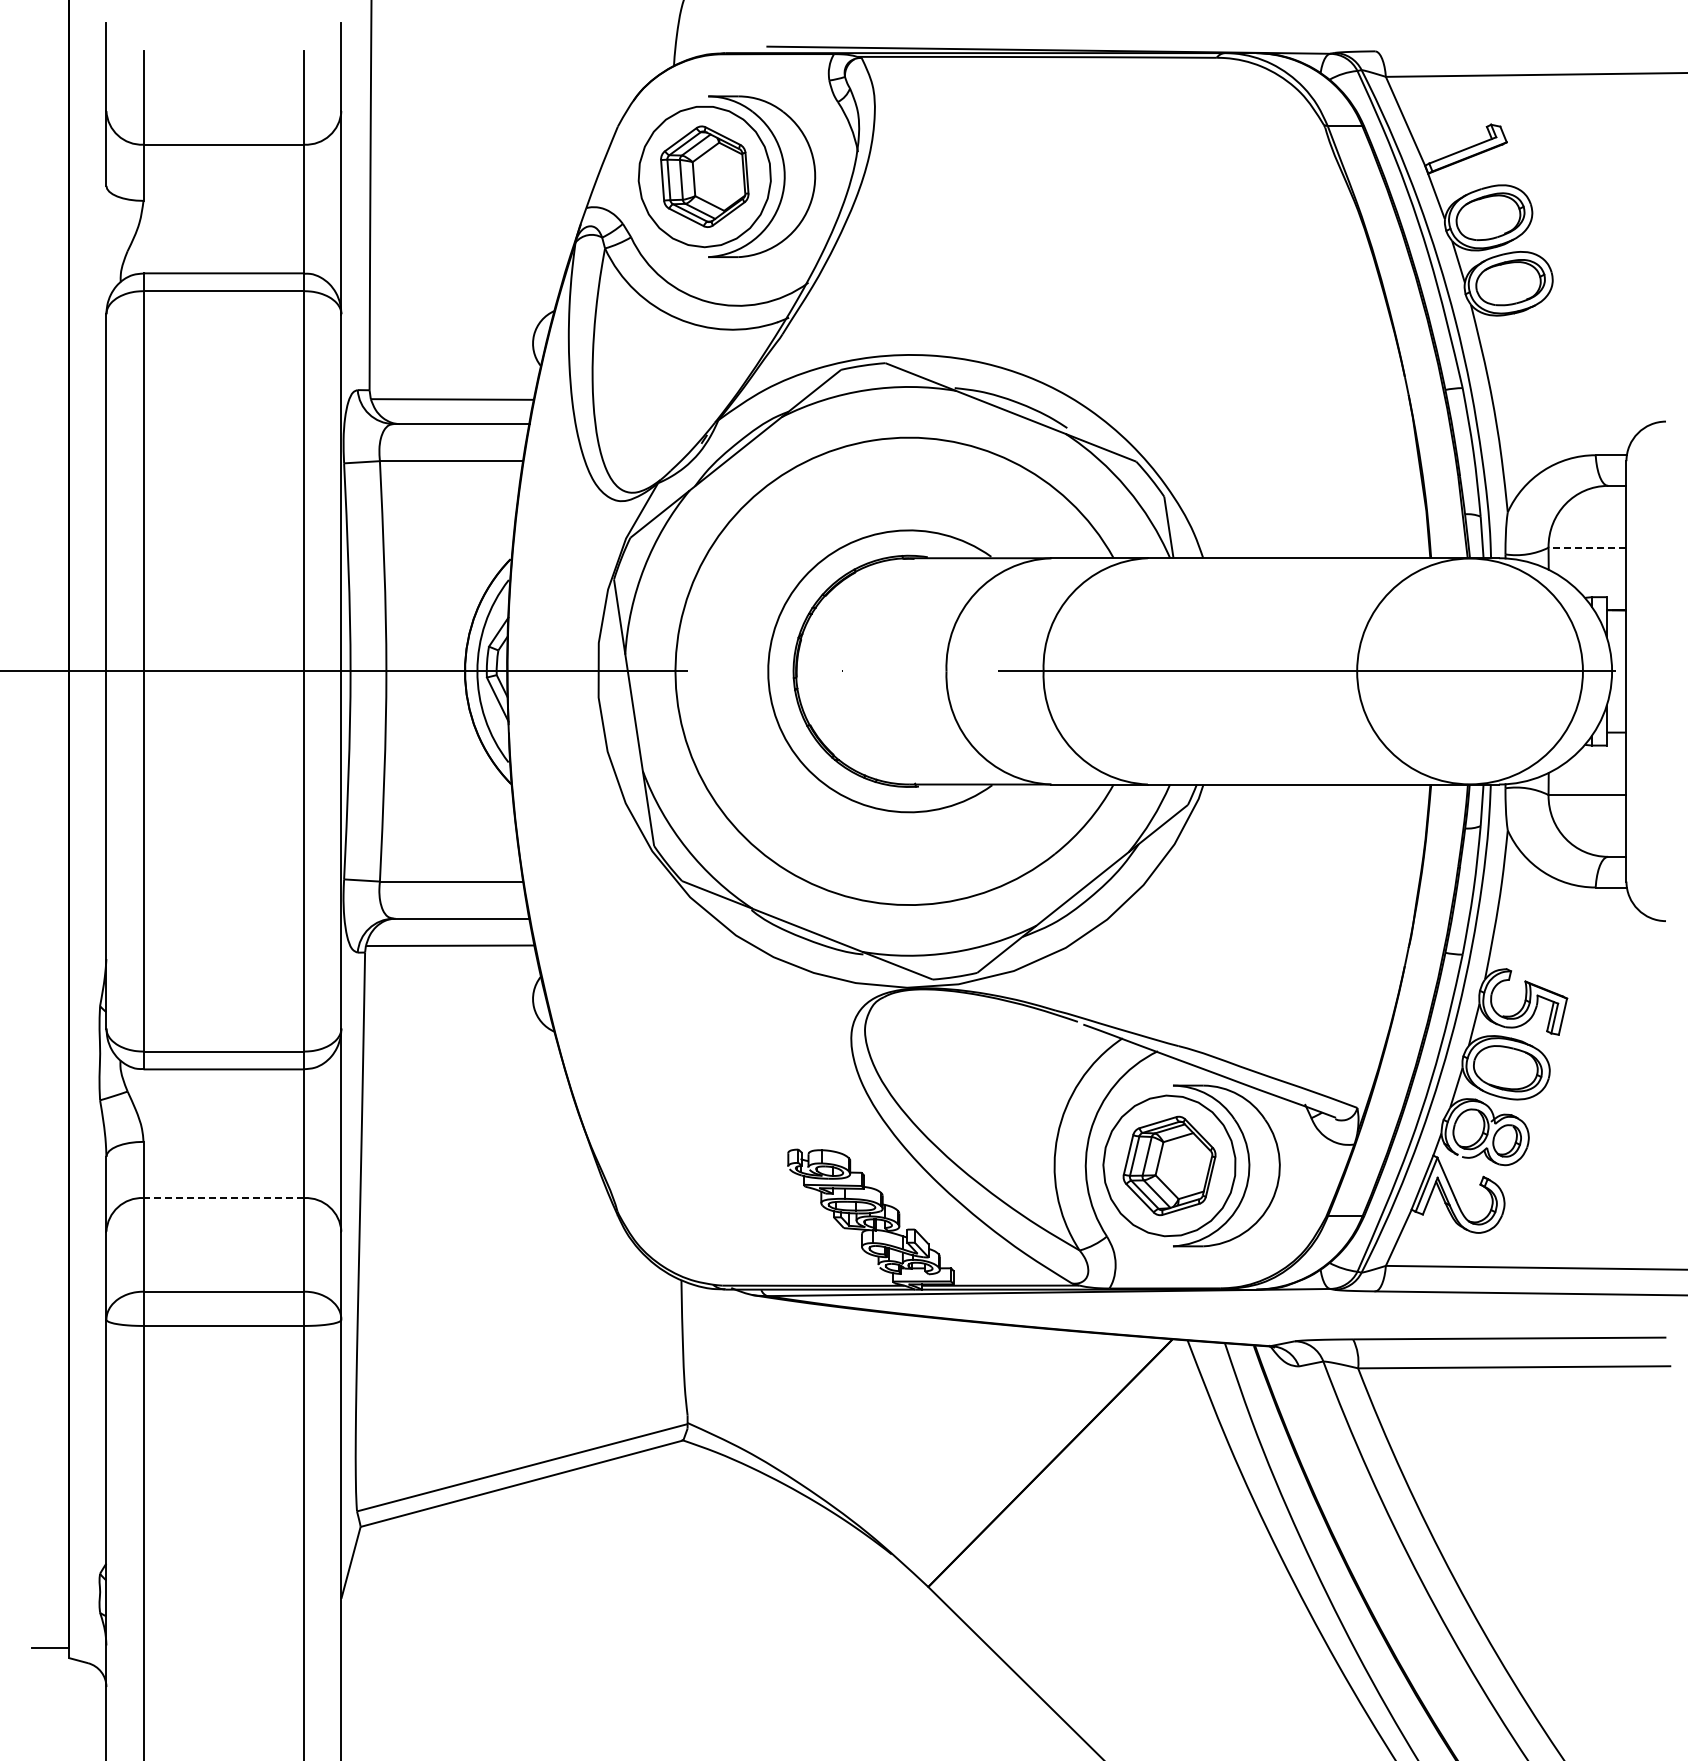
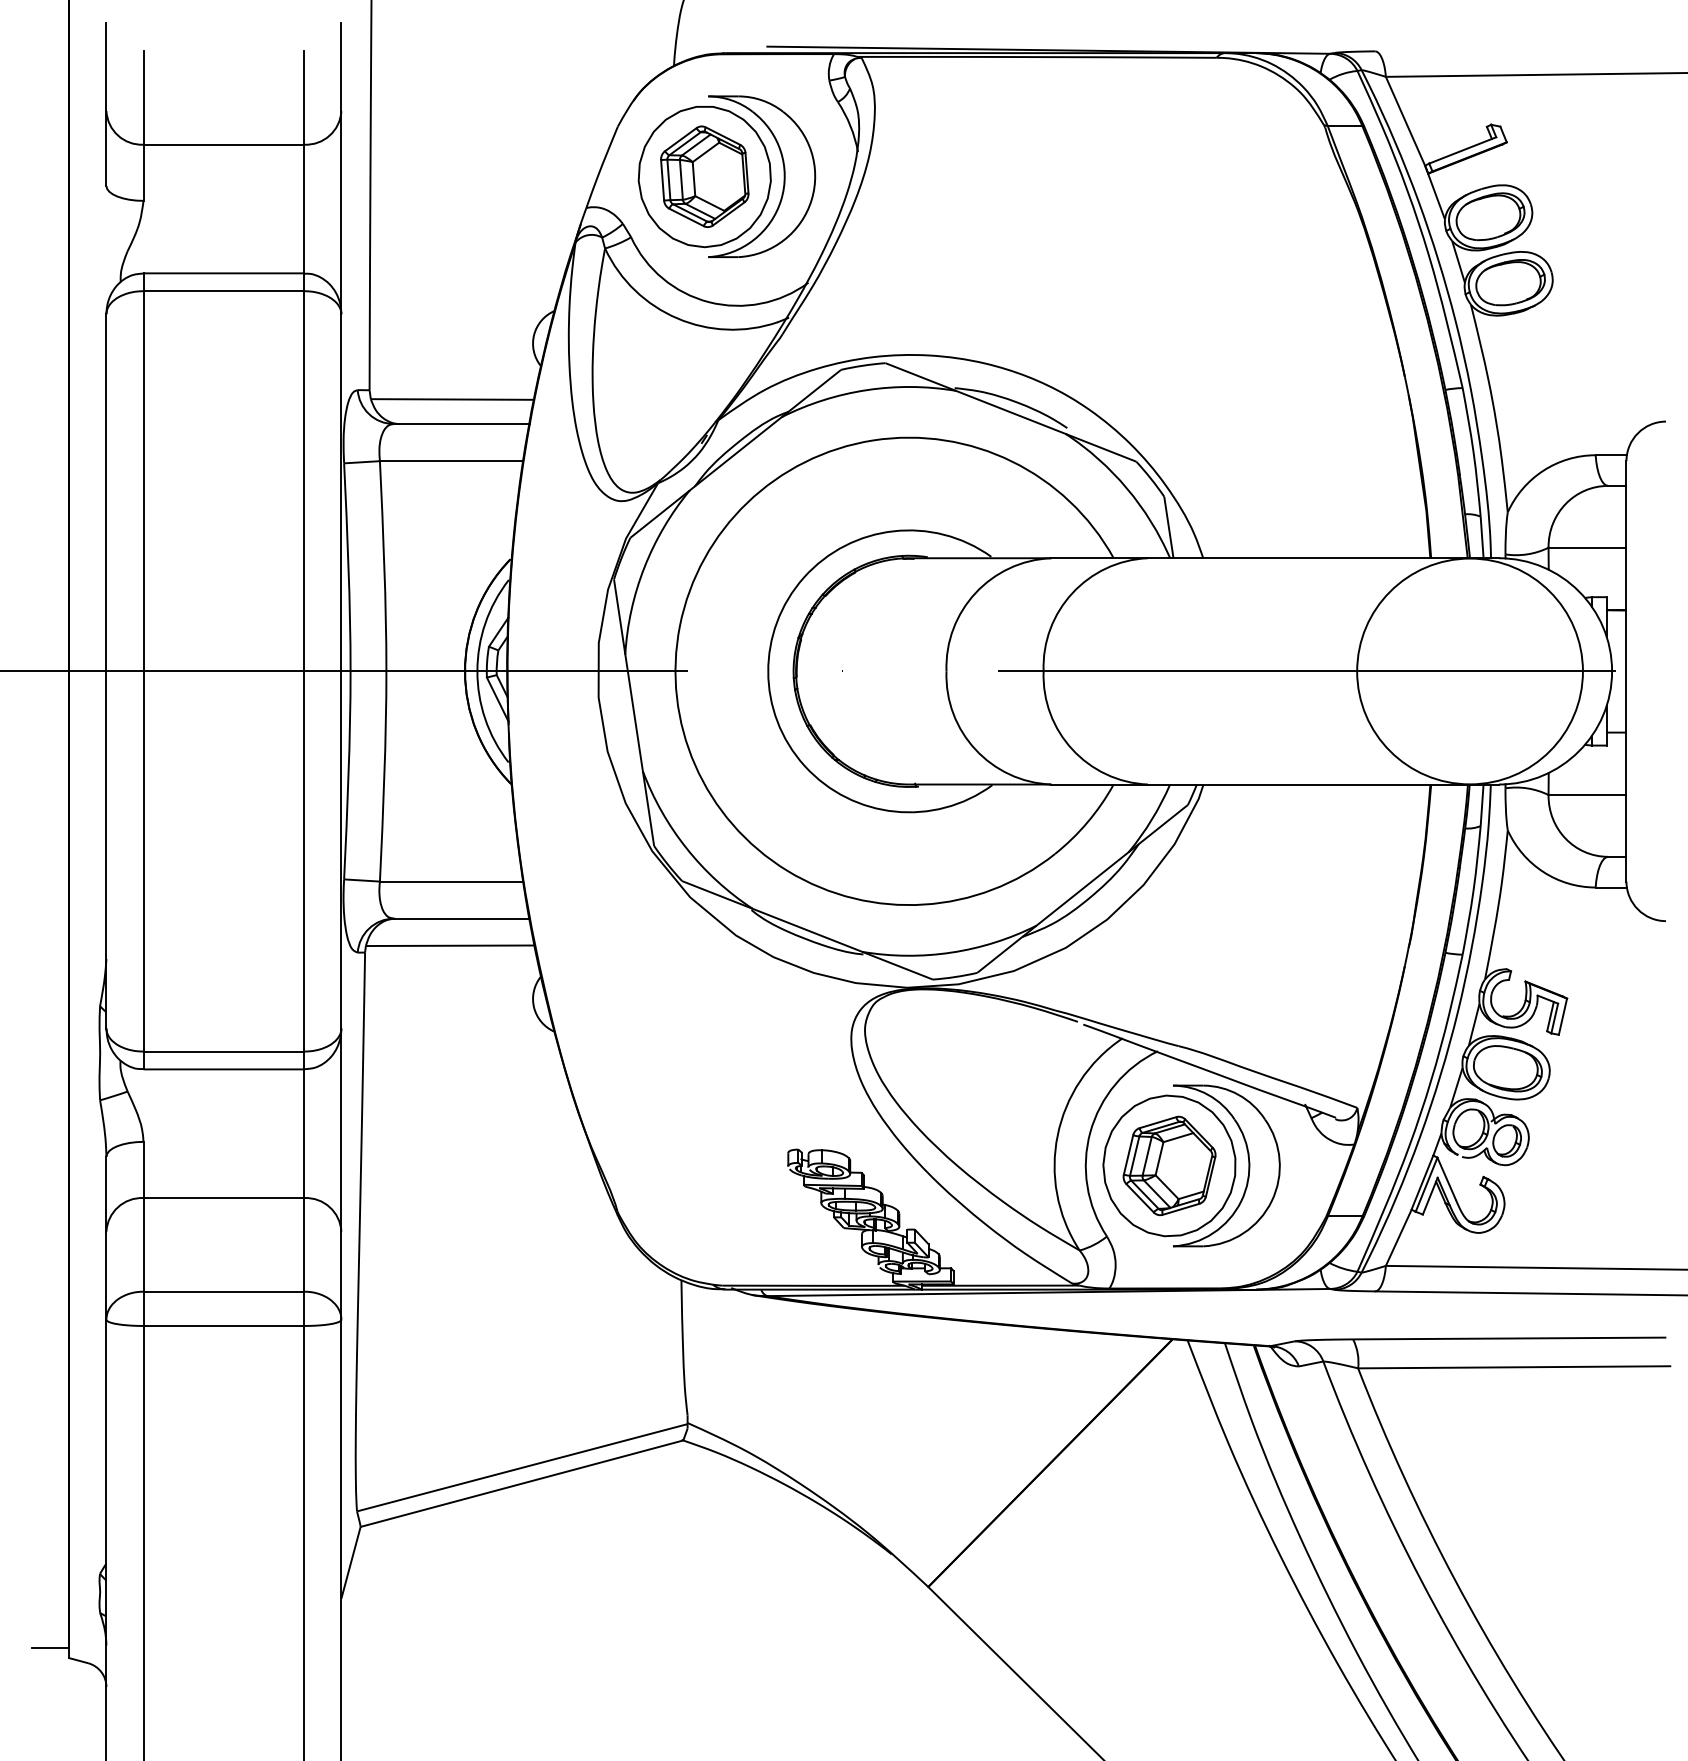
line at (1587, 547): dashed -> solid
line at (223, 1198): dashed -> solid
